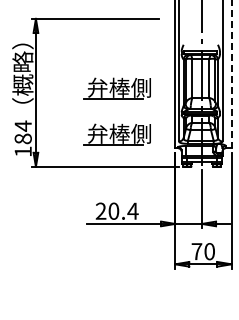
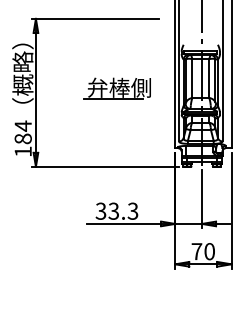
line at (231, 74): dashed -> solid
part at (116, 134): present -> none
text at (116, 210): 20.4 -> 33.3
